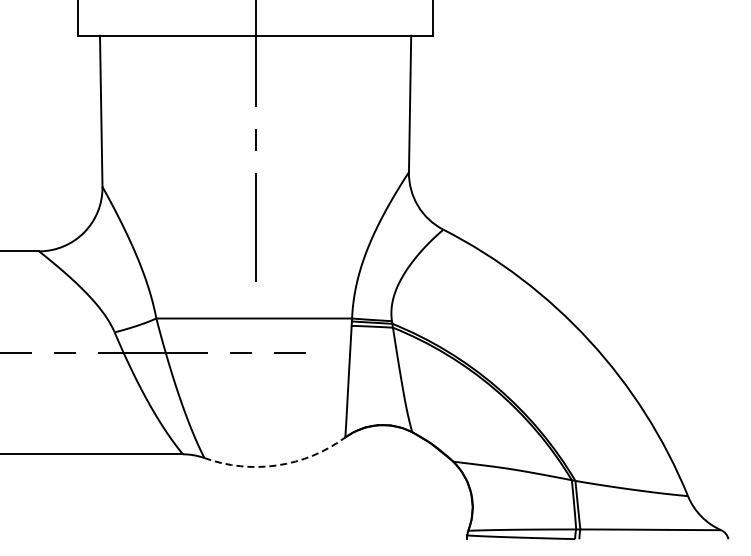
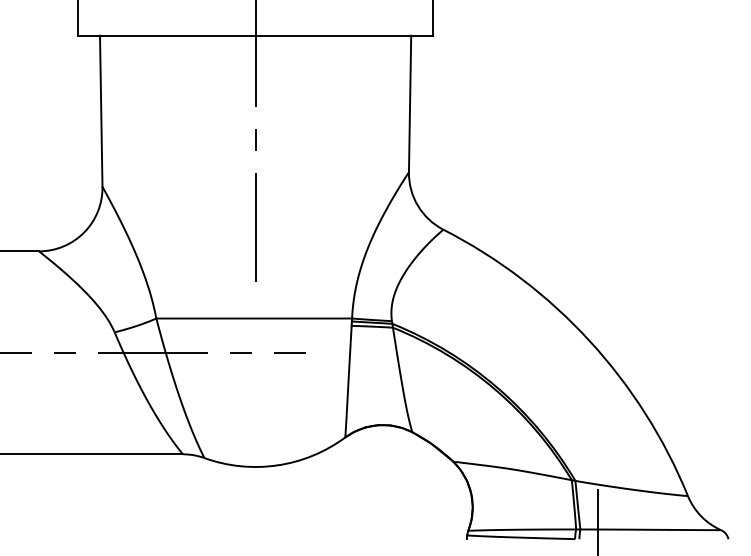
arc at (277, 465): dashed -> solid
line at (598, 520): none -> present
